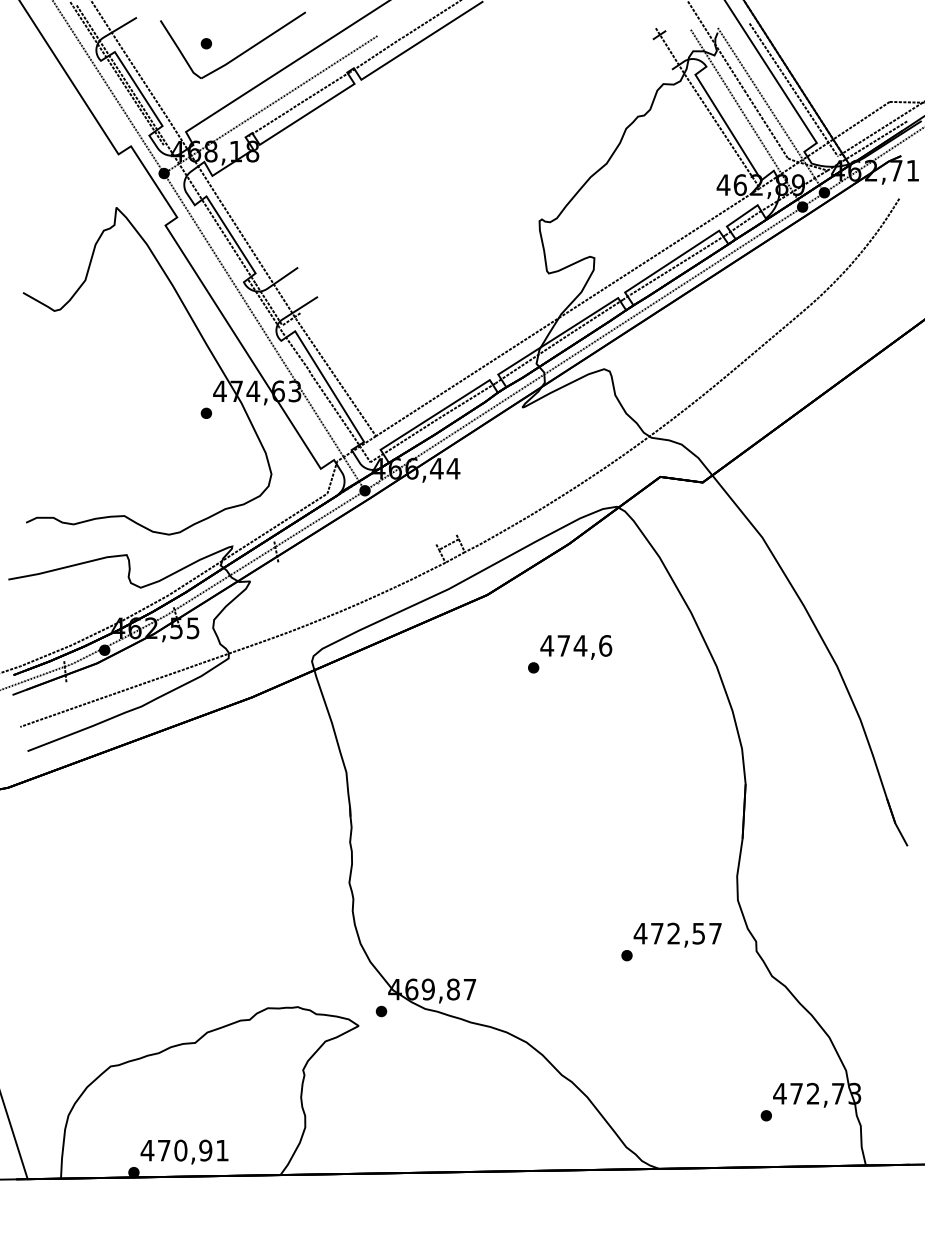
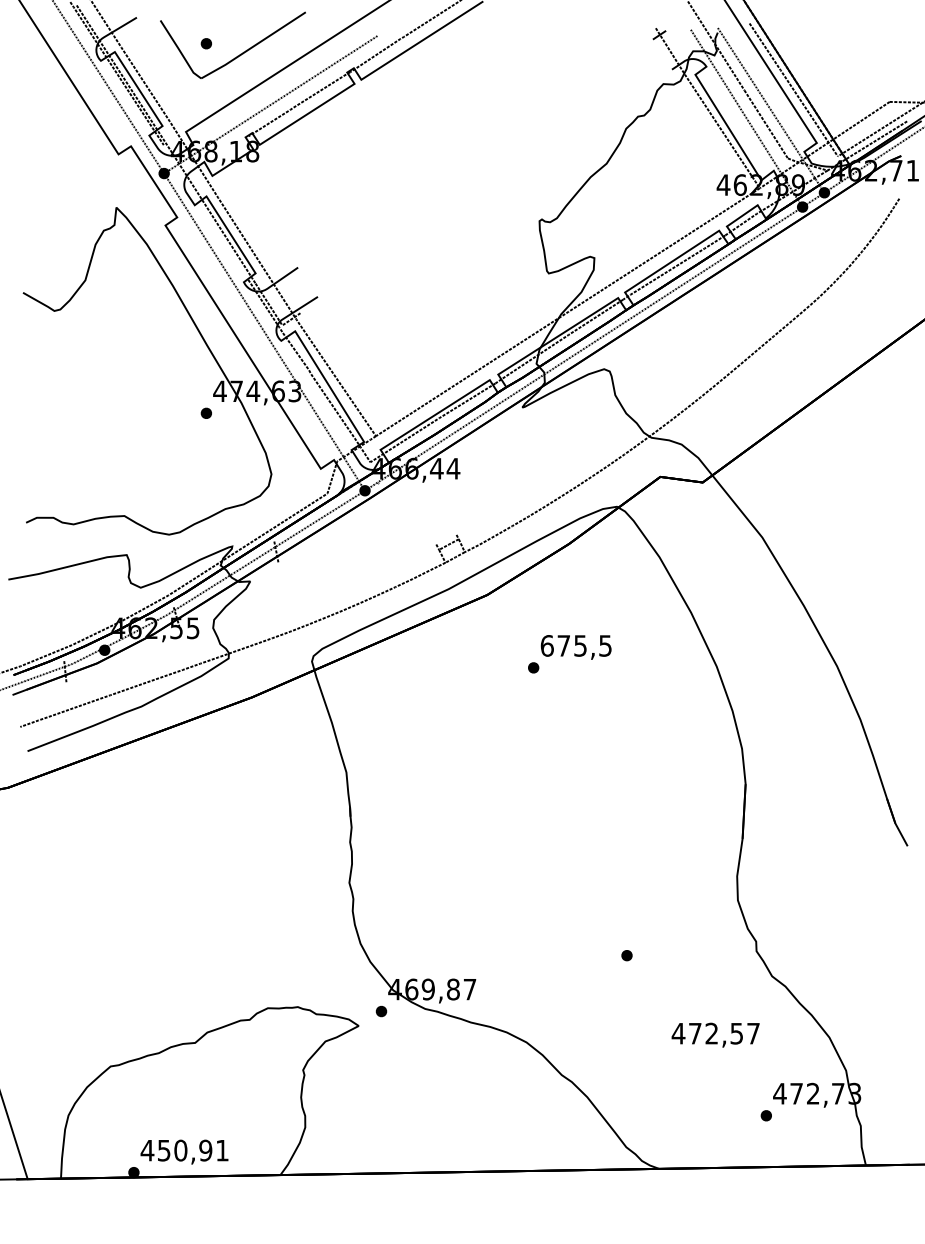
text at (576, 645): 474,6 -> 675,5
text at (677, 934) position: (677, 934) -> (715, 1034)
text at (164, 1150): 470,91 -> 450,91
